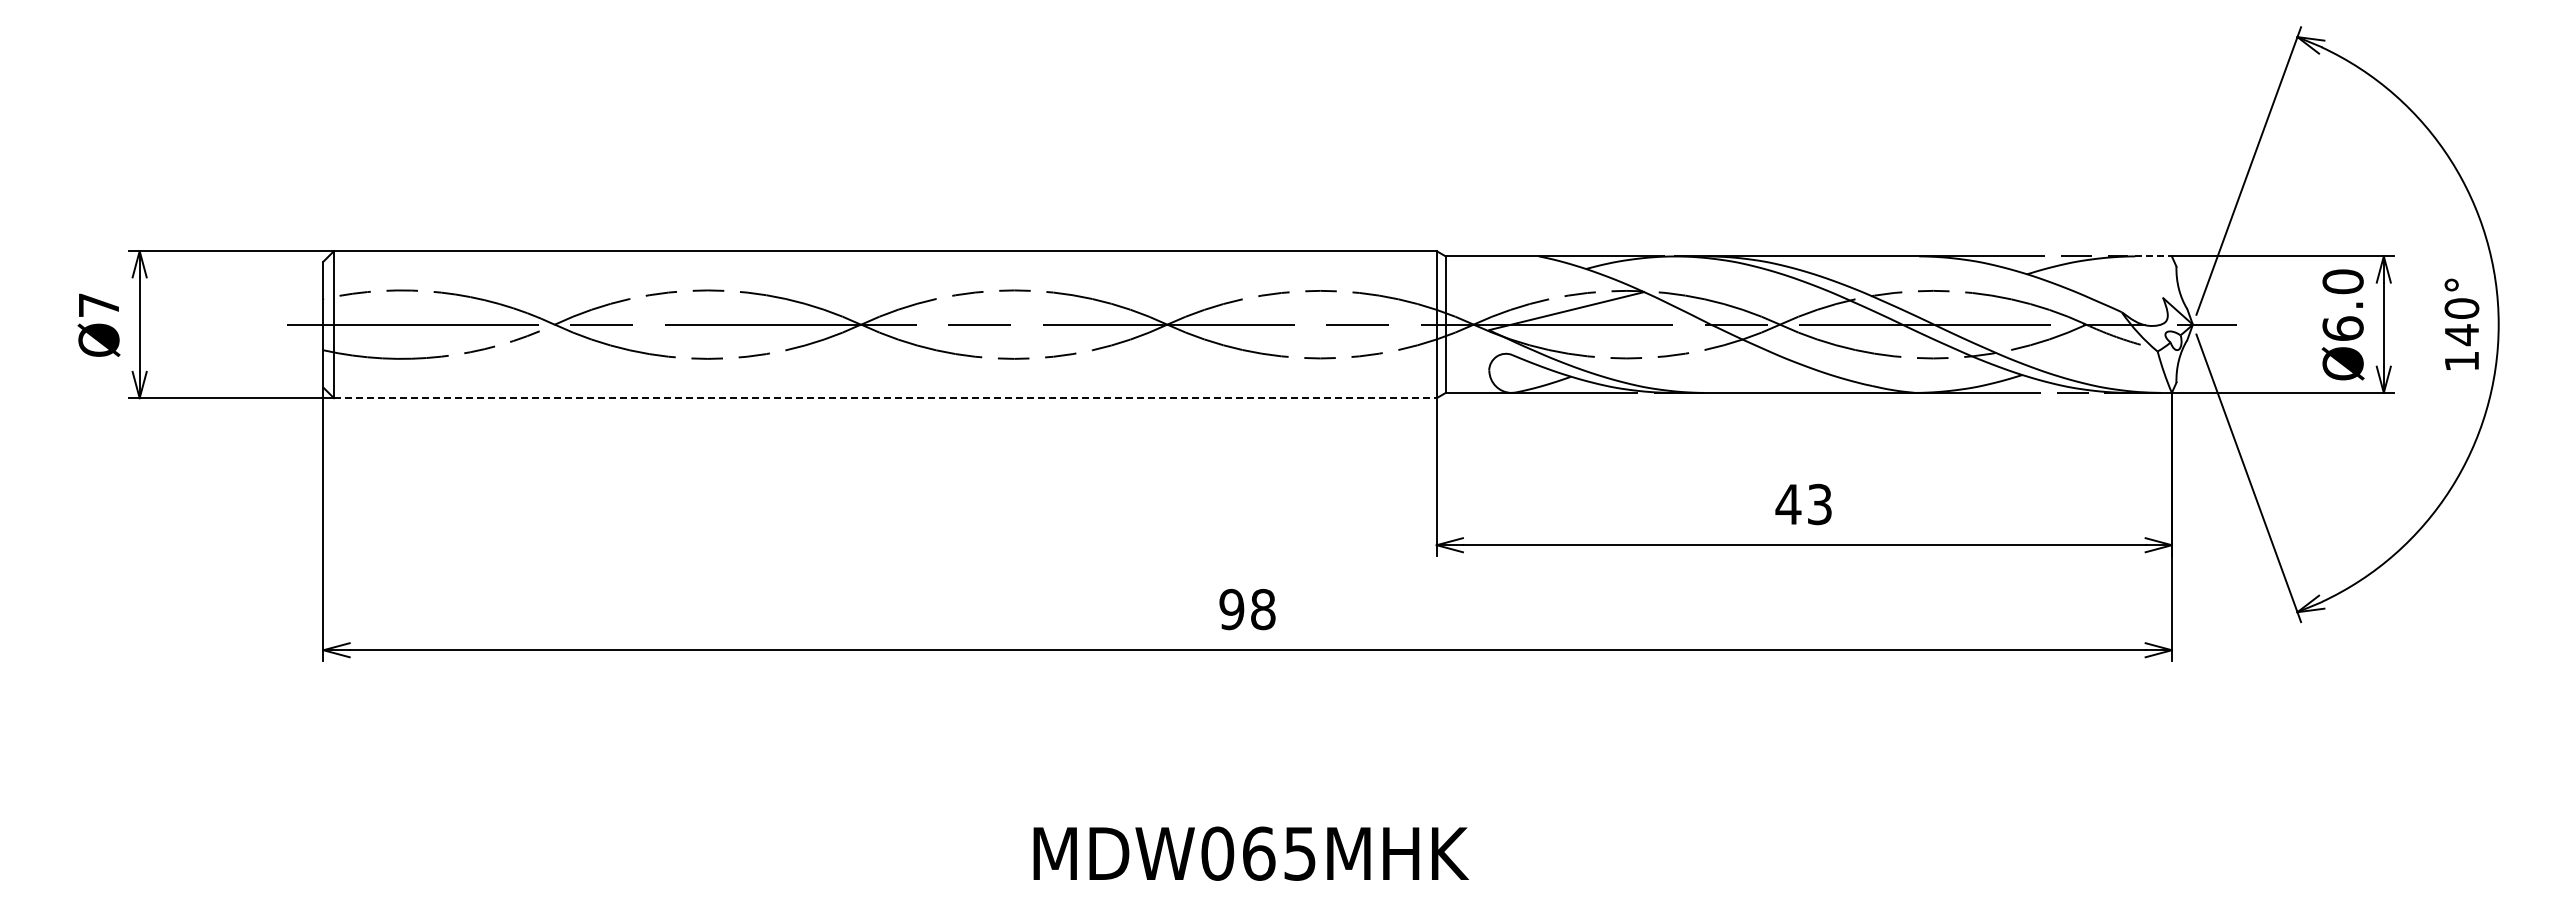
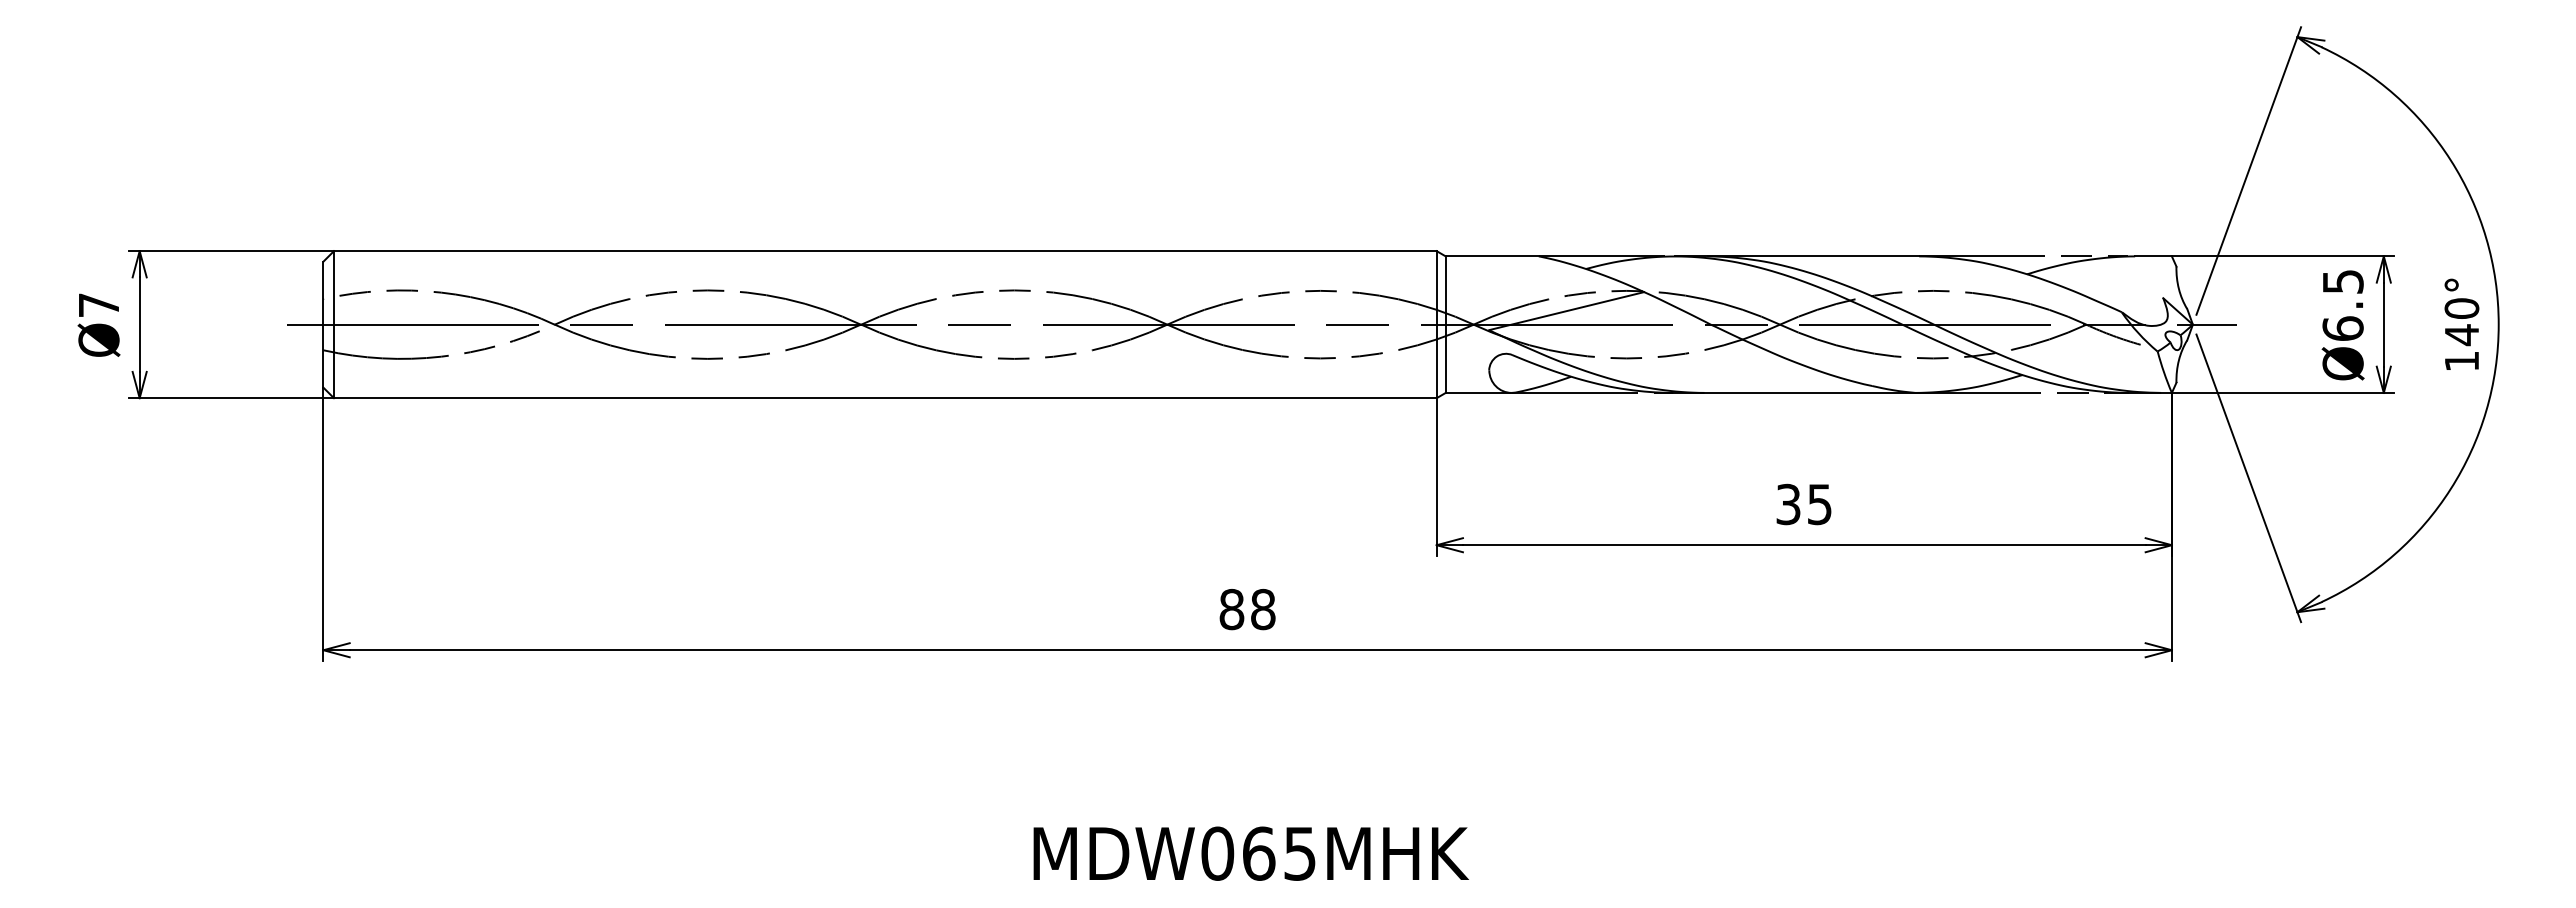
line at (2154, 256): dashed -> solid
text at (2342, 281): Ø6.0 -> Ø6.5
line at (885, 398): dashed -> solid
text at (1803, 504): 43 -> 35
text at (1231, 609): 98 -> 88
